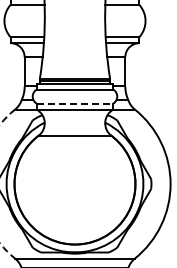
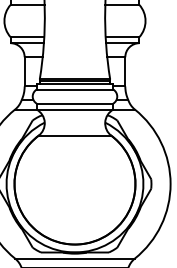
line at (75, 103): dashed -> solid
arc at (0, 243): dashed -> solid
